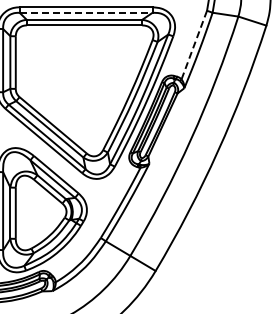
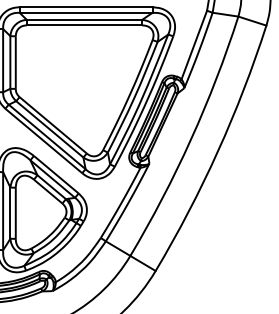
line at (86, 12): dashed -> solid
line at (194, 45): dashed -> solid
